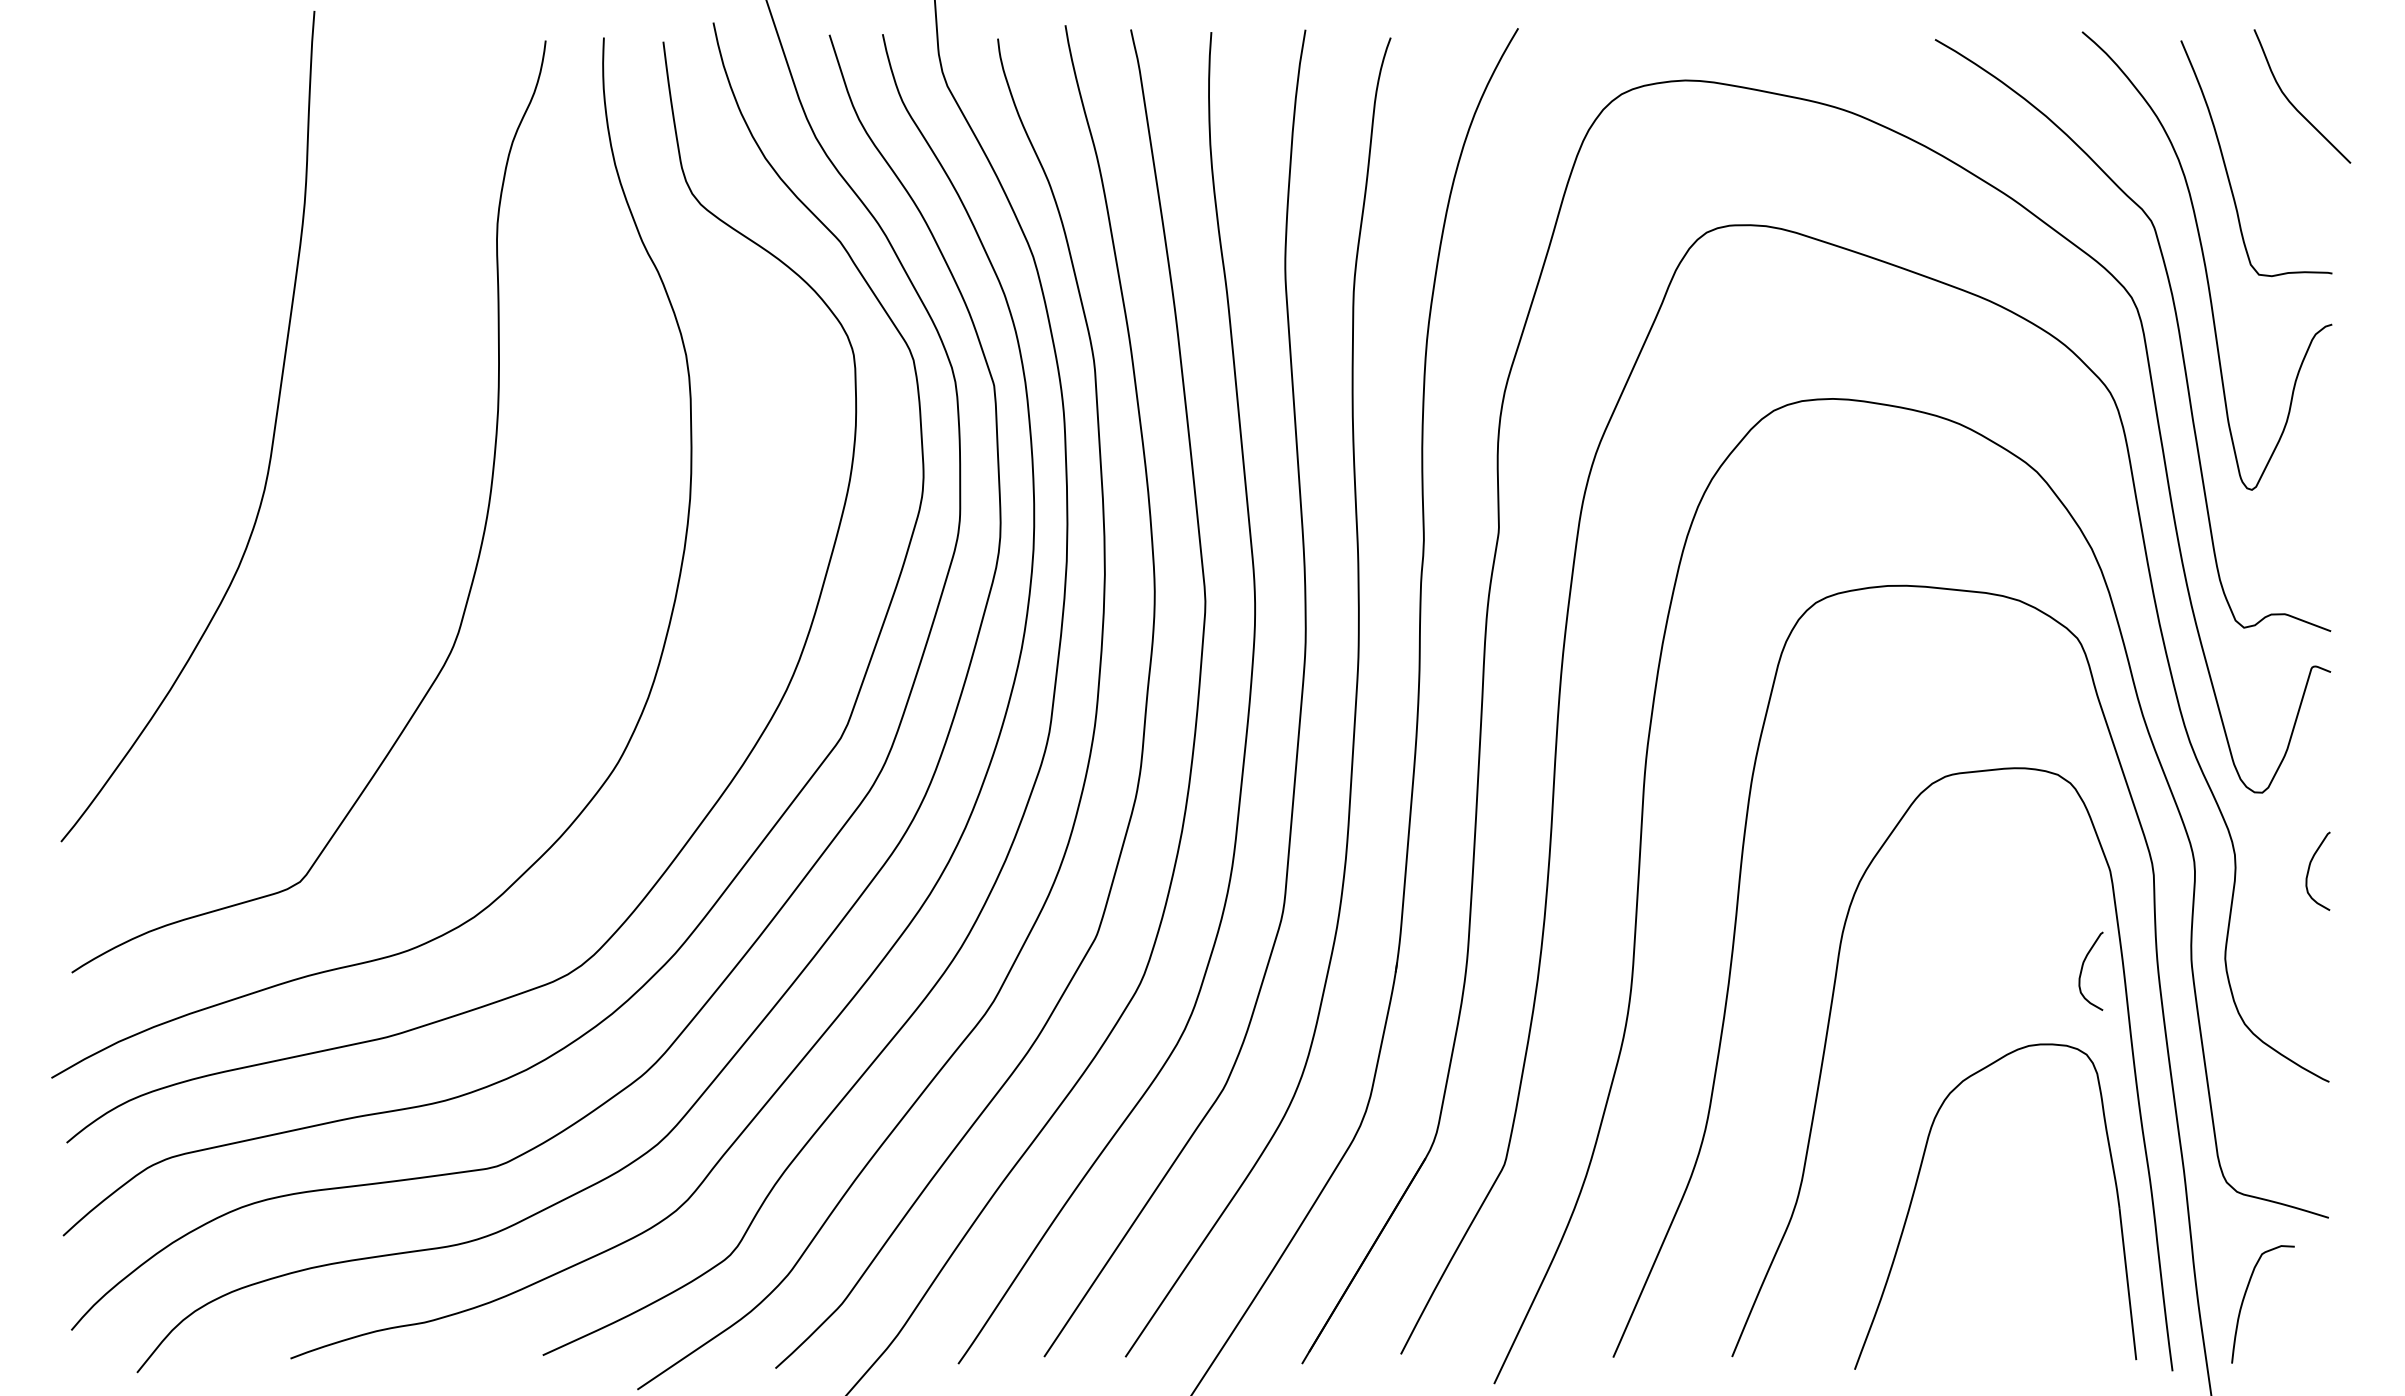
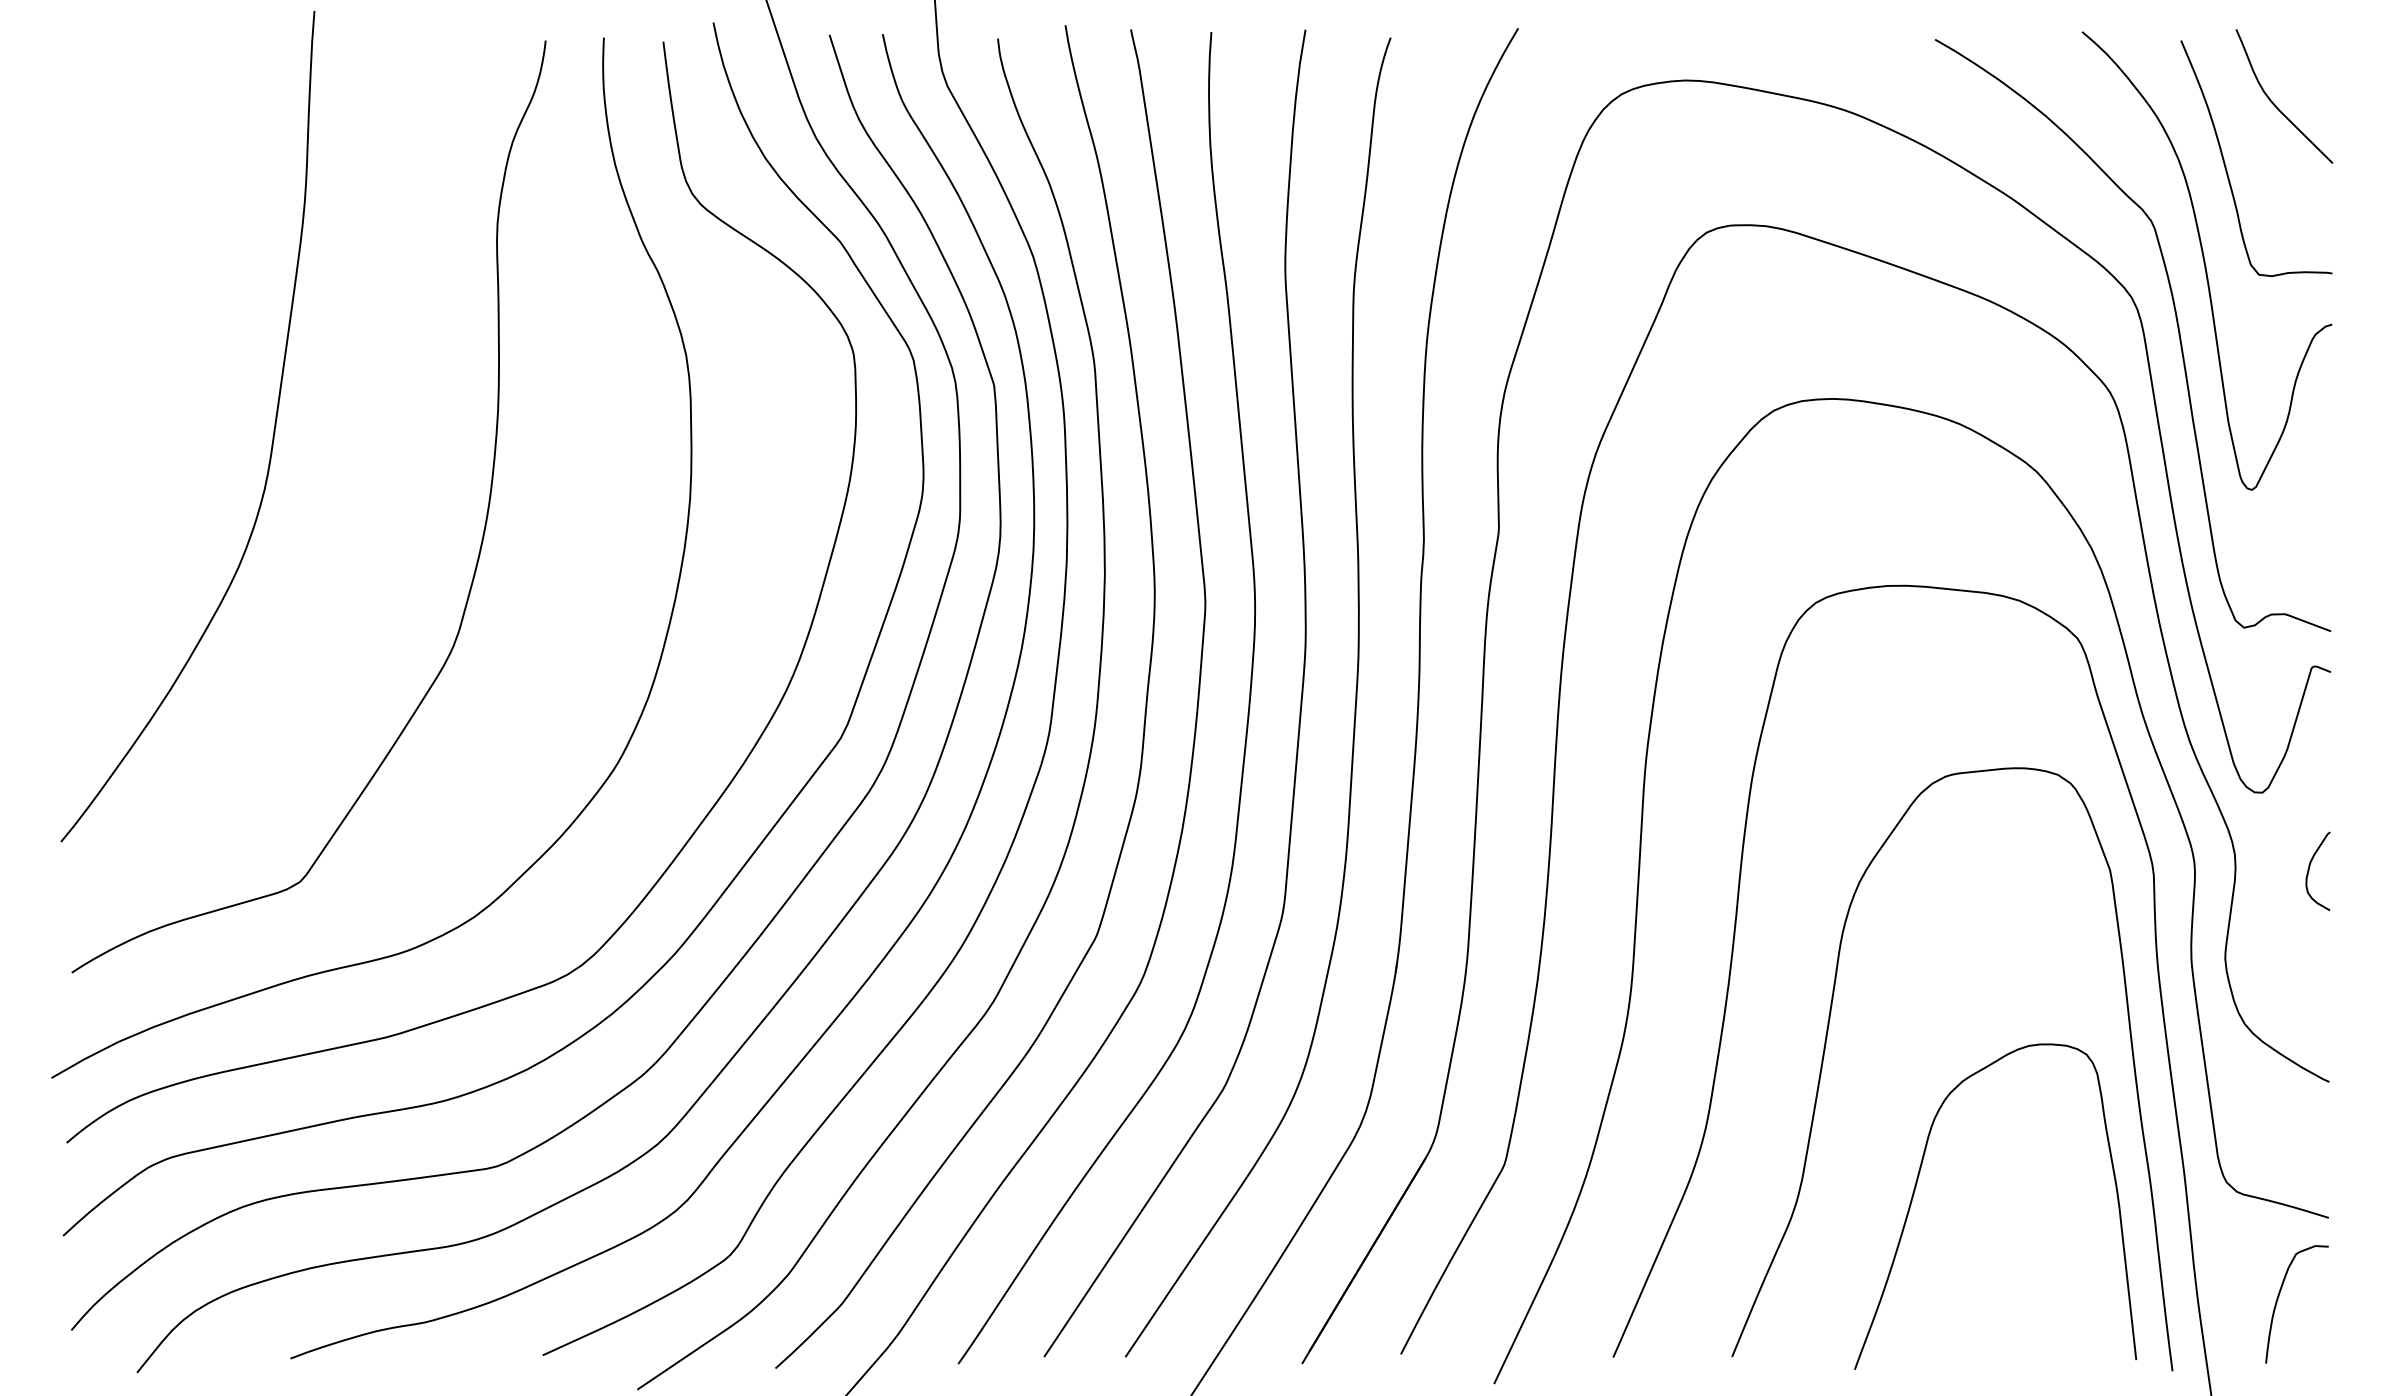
curve at (2293, 104) position: (2293, 104) -> (2275, 104)
curve at (2083, 967): present -> none
curve at (2244, 1299) position: (2244, 1299) -> (2278, 1299)
